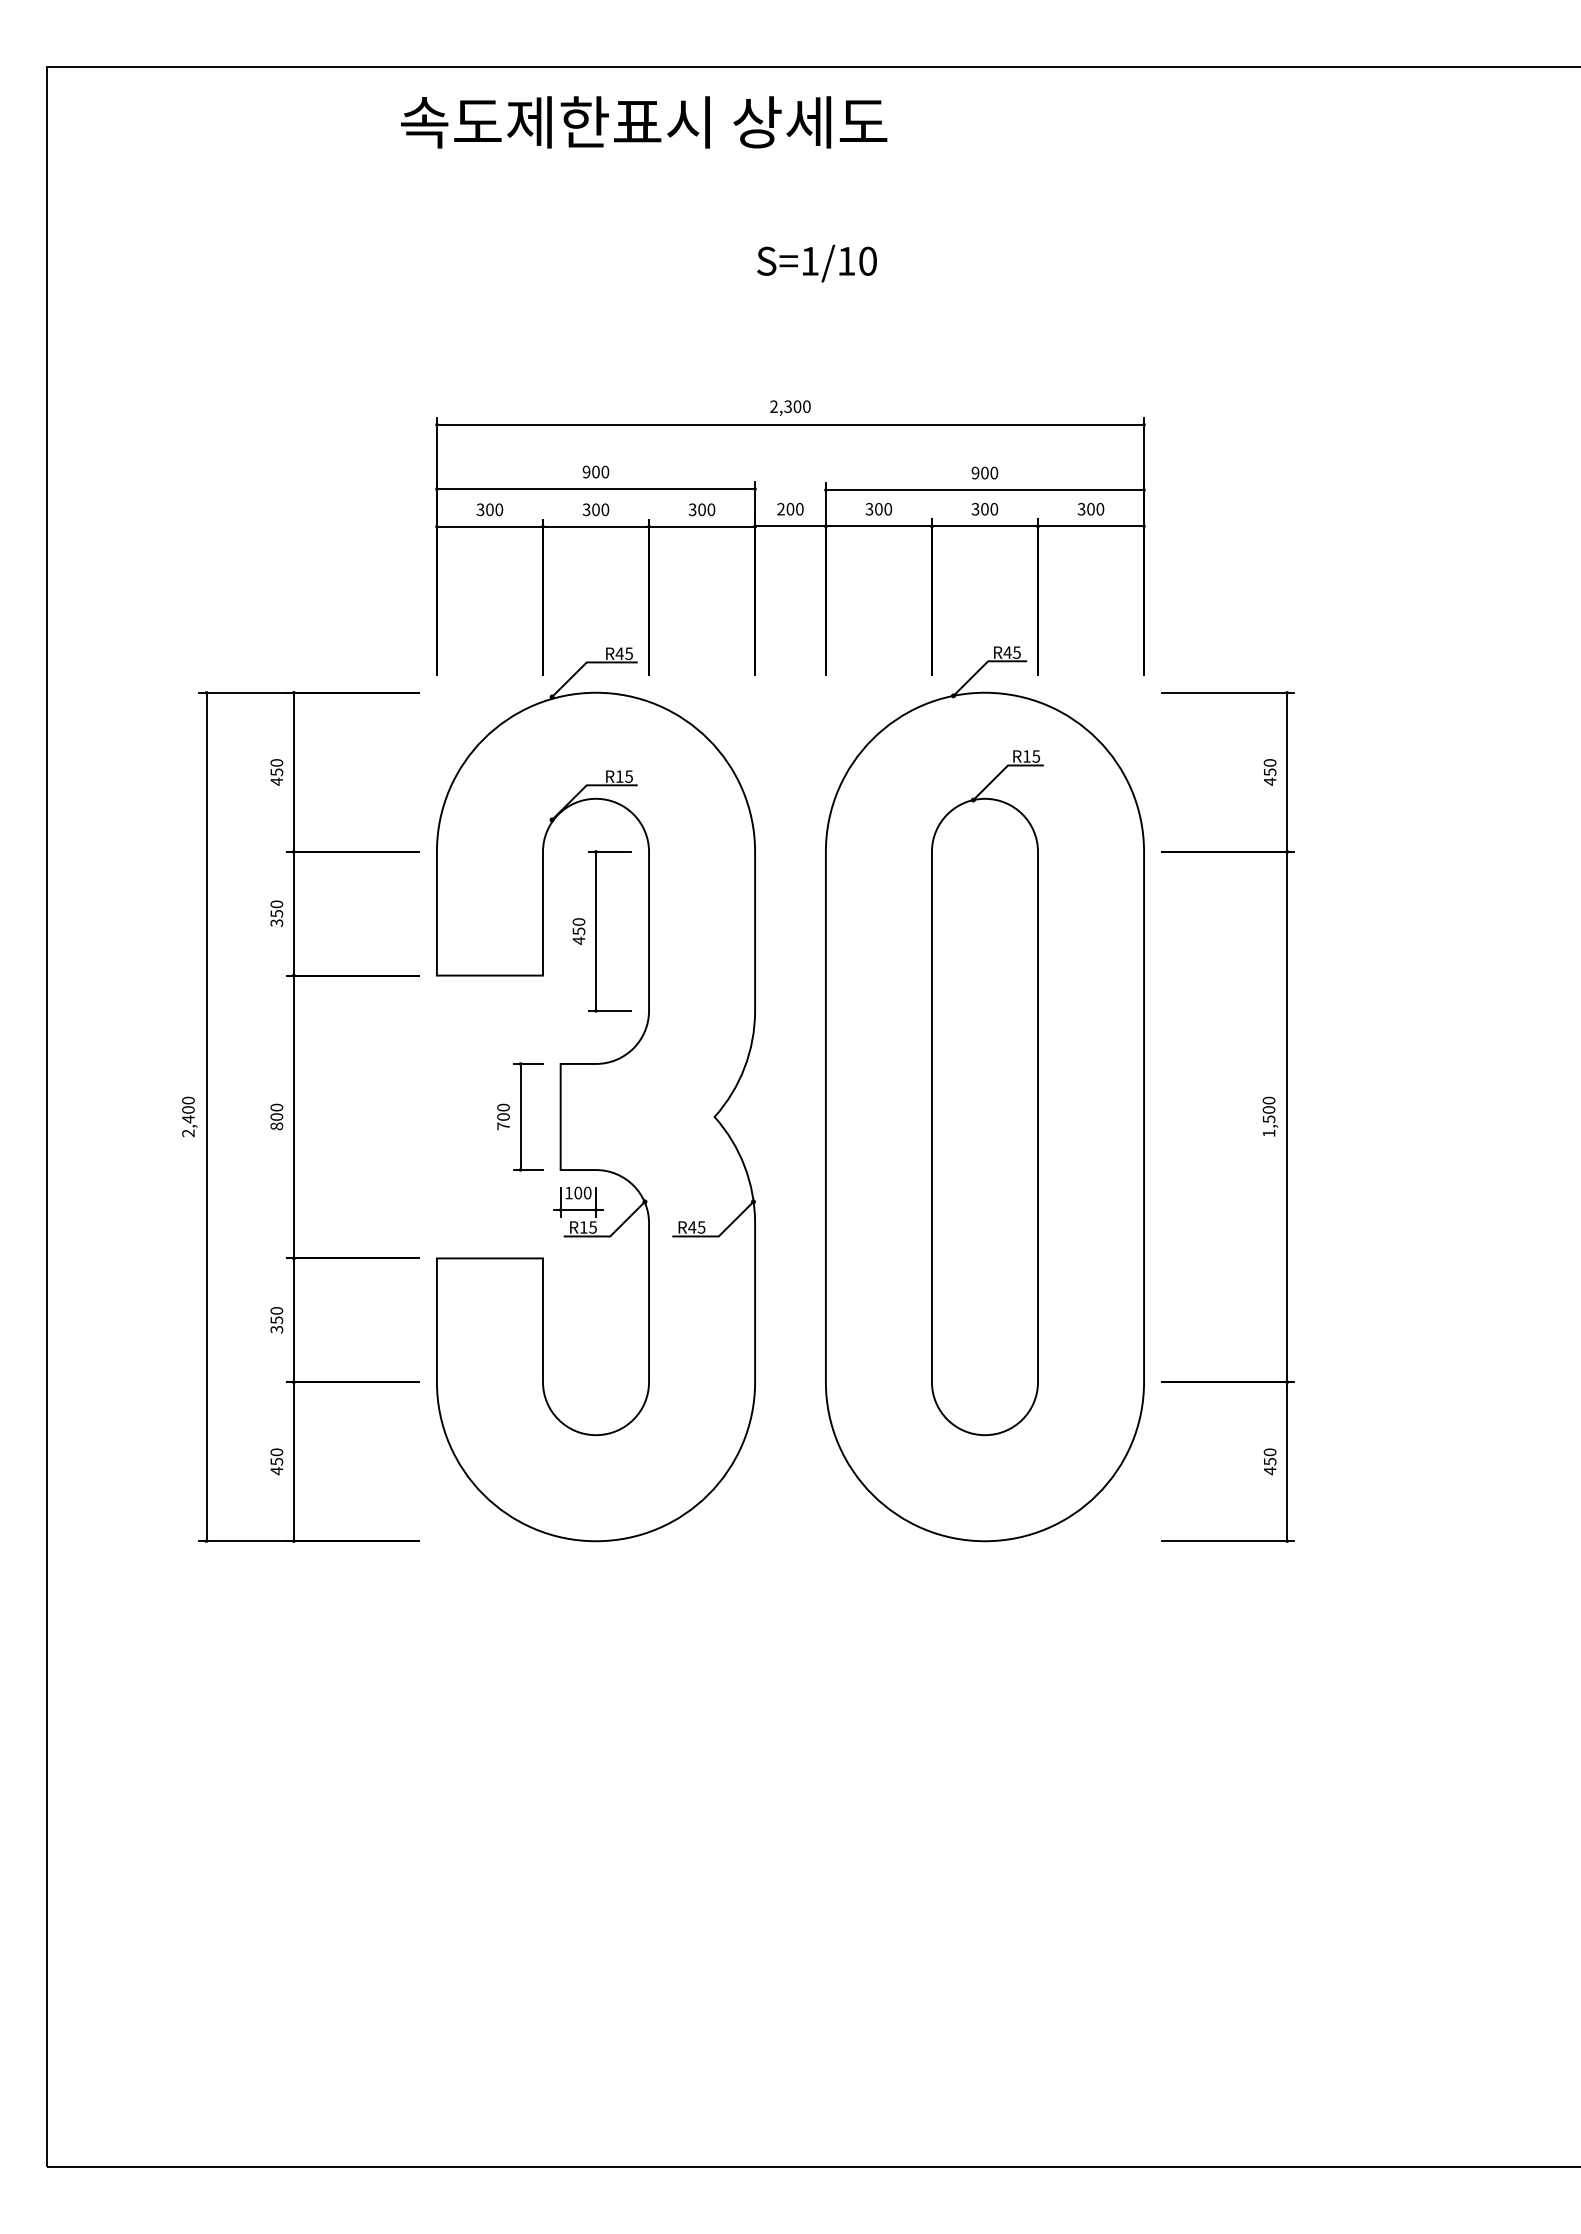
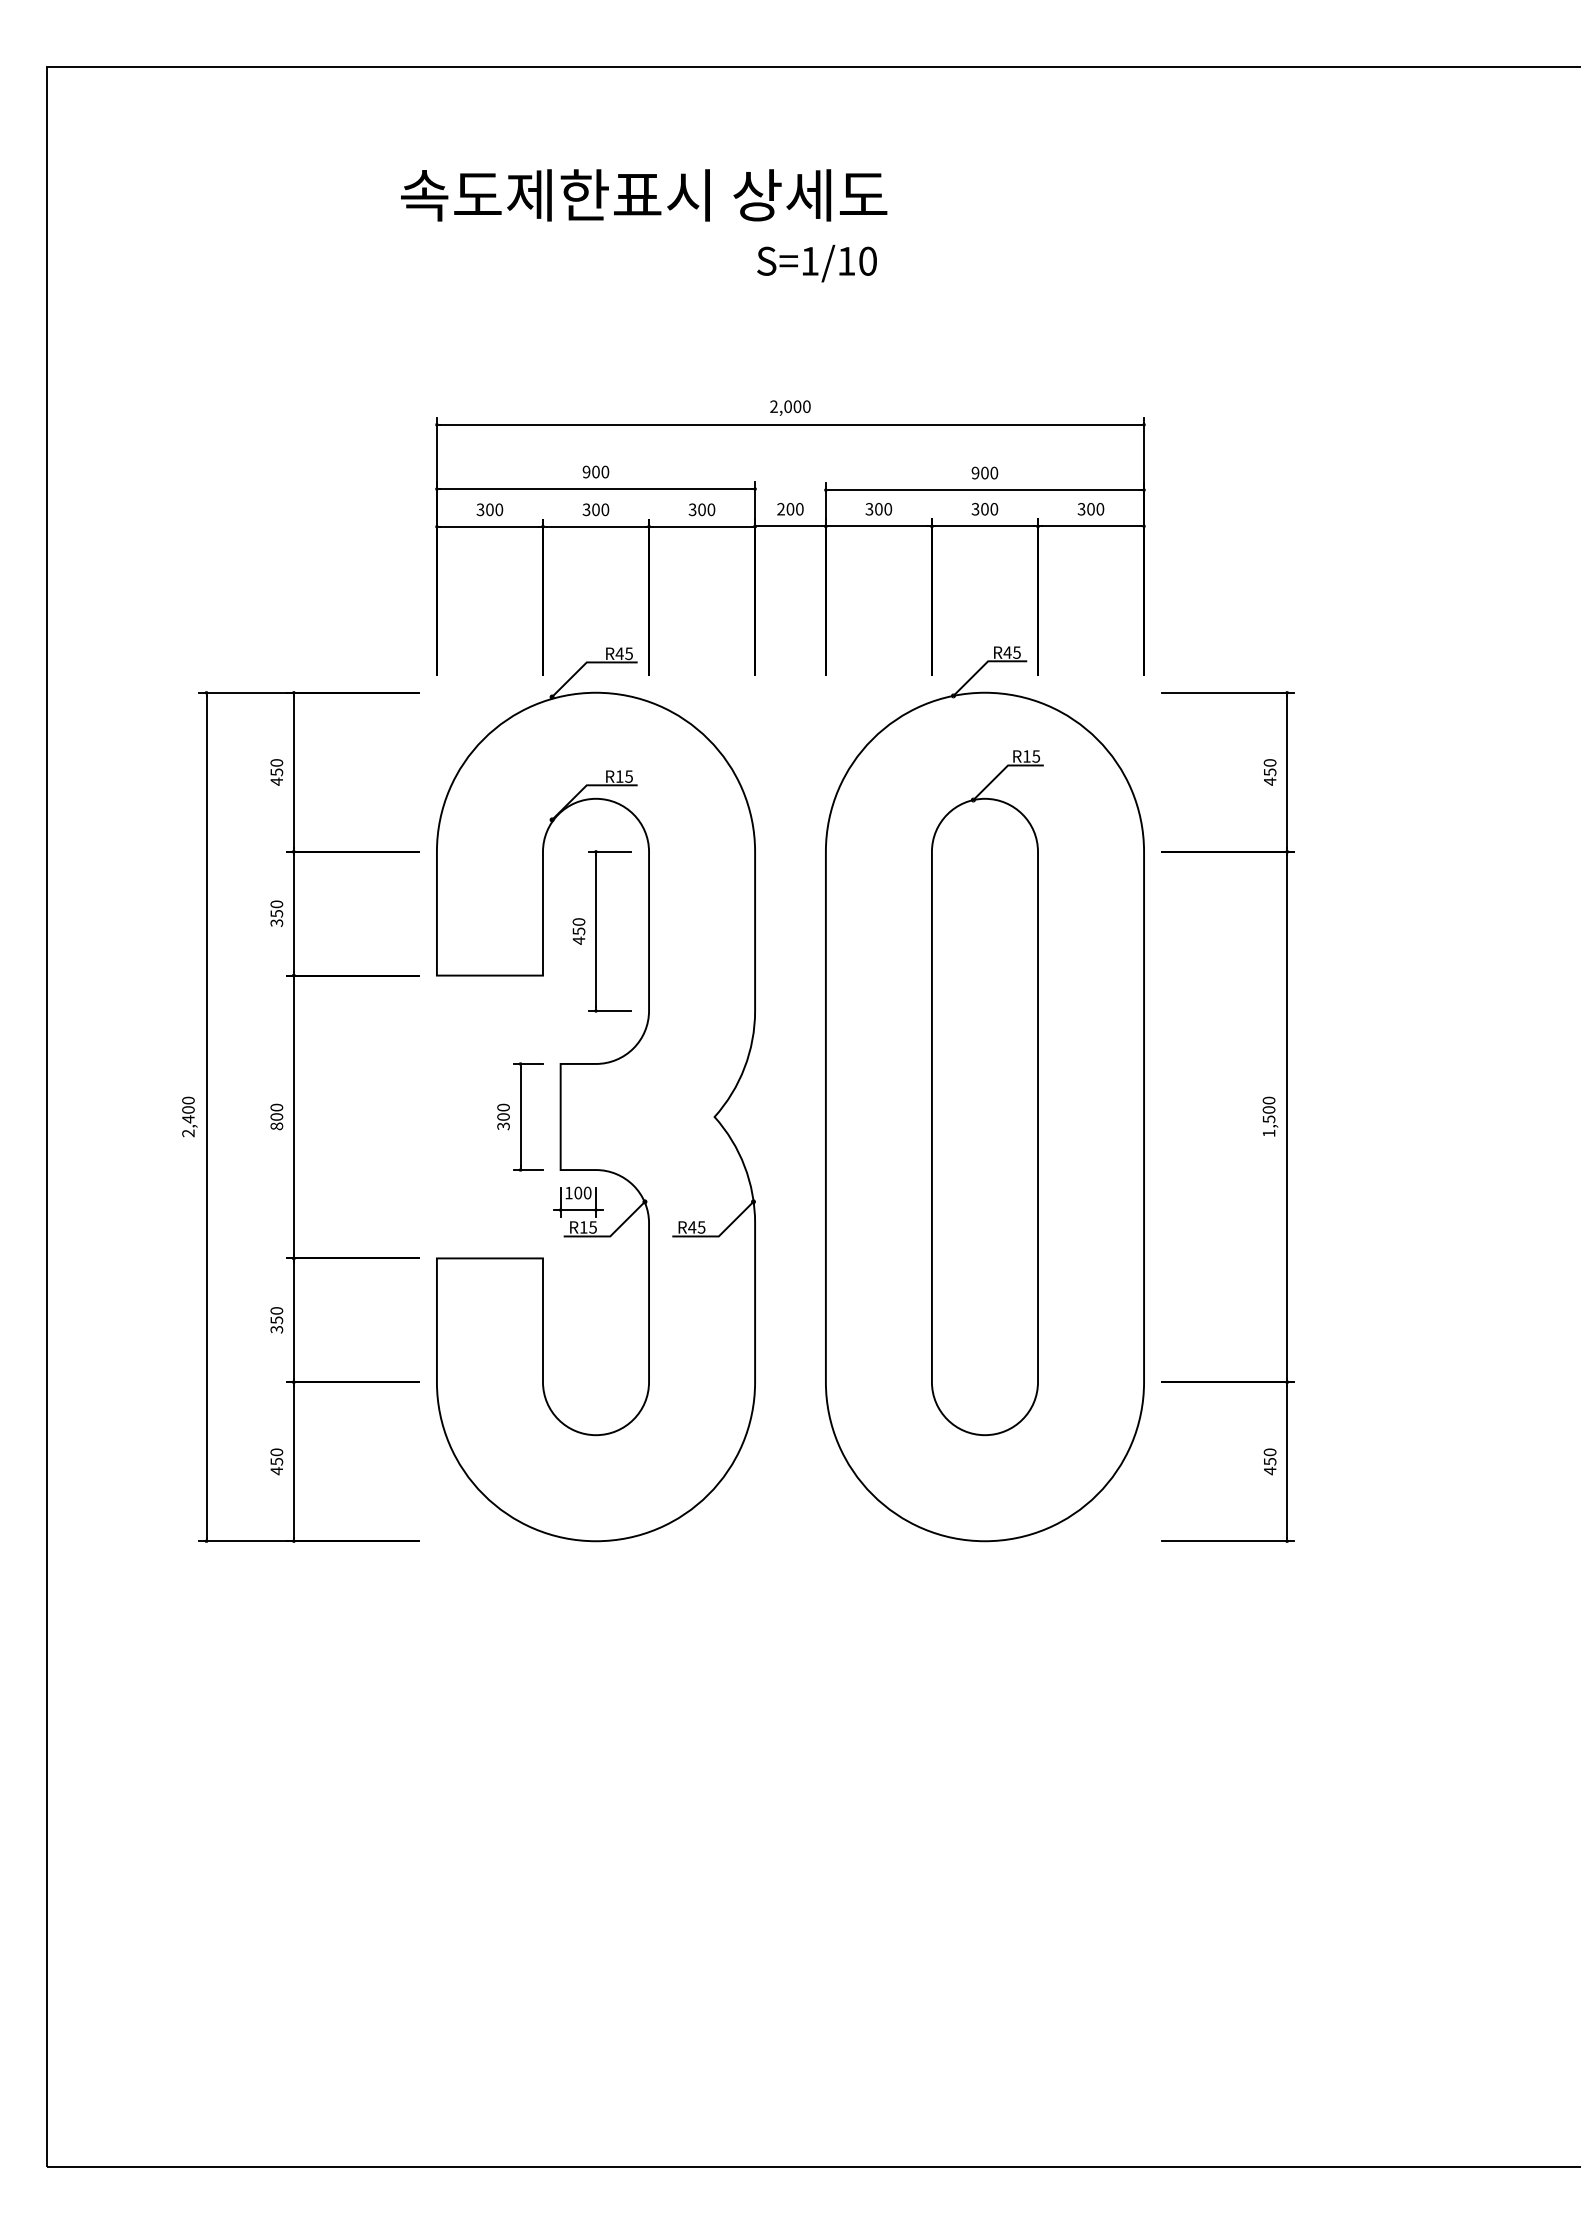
text at (644, 122) position: (644, 122) -> (644, 195)
text at (787, 406): 2,300 -> 2,000
text at (503, 1126): 700 -> 300
